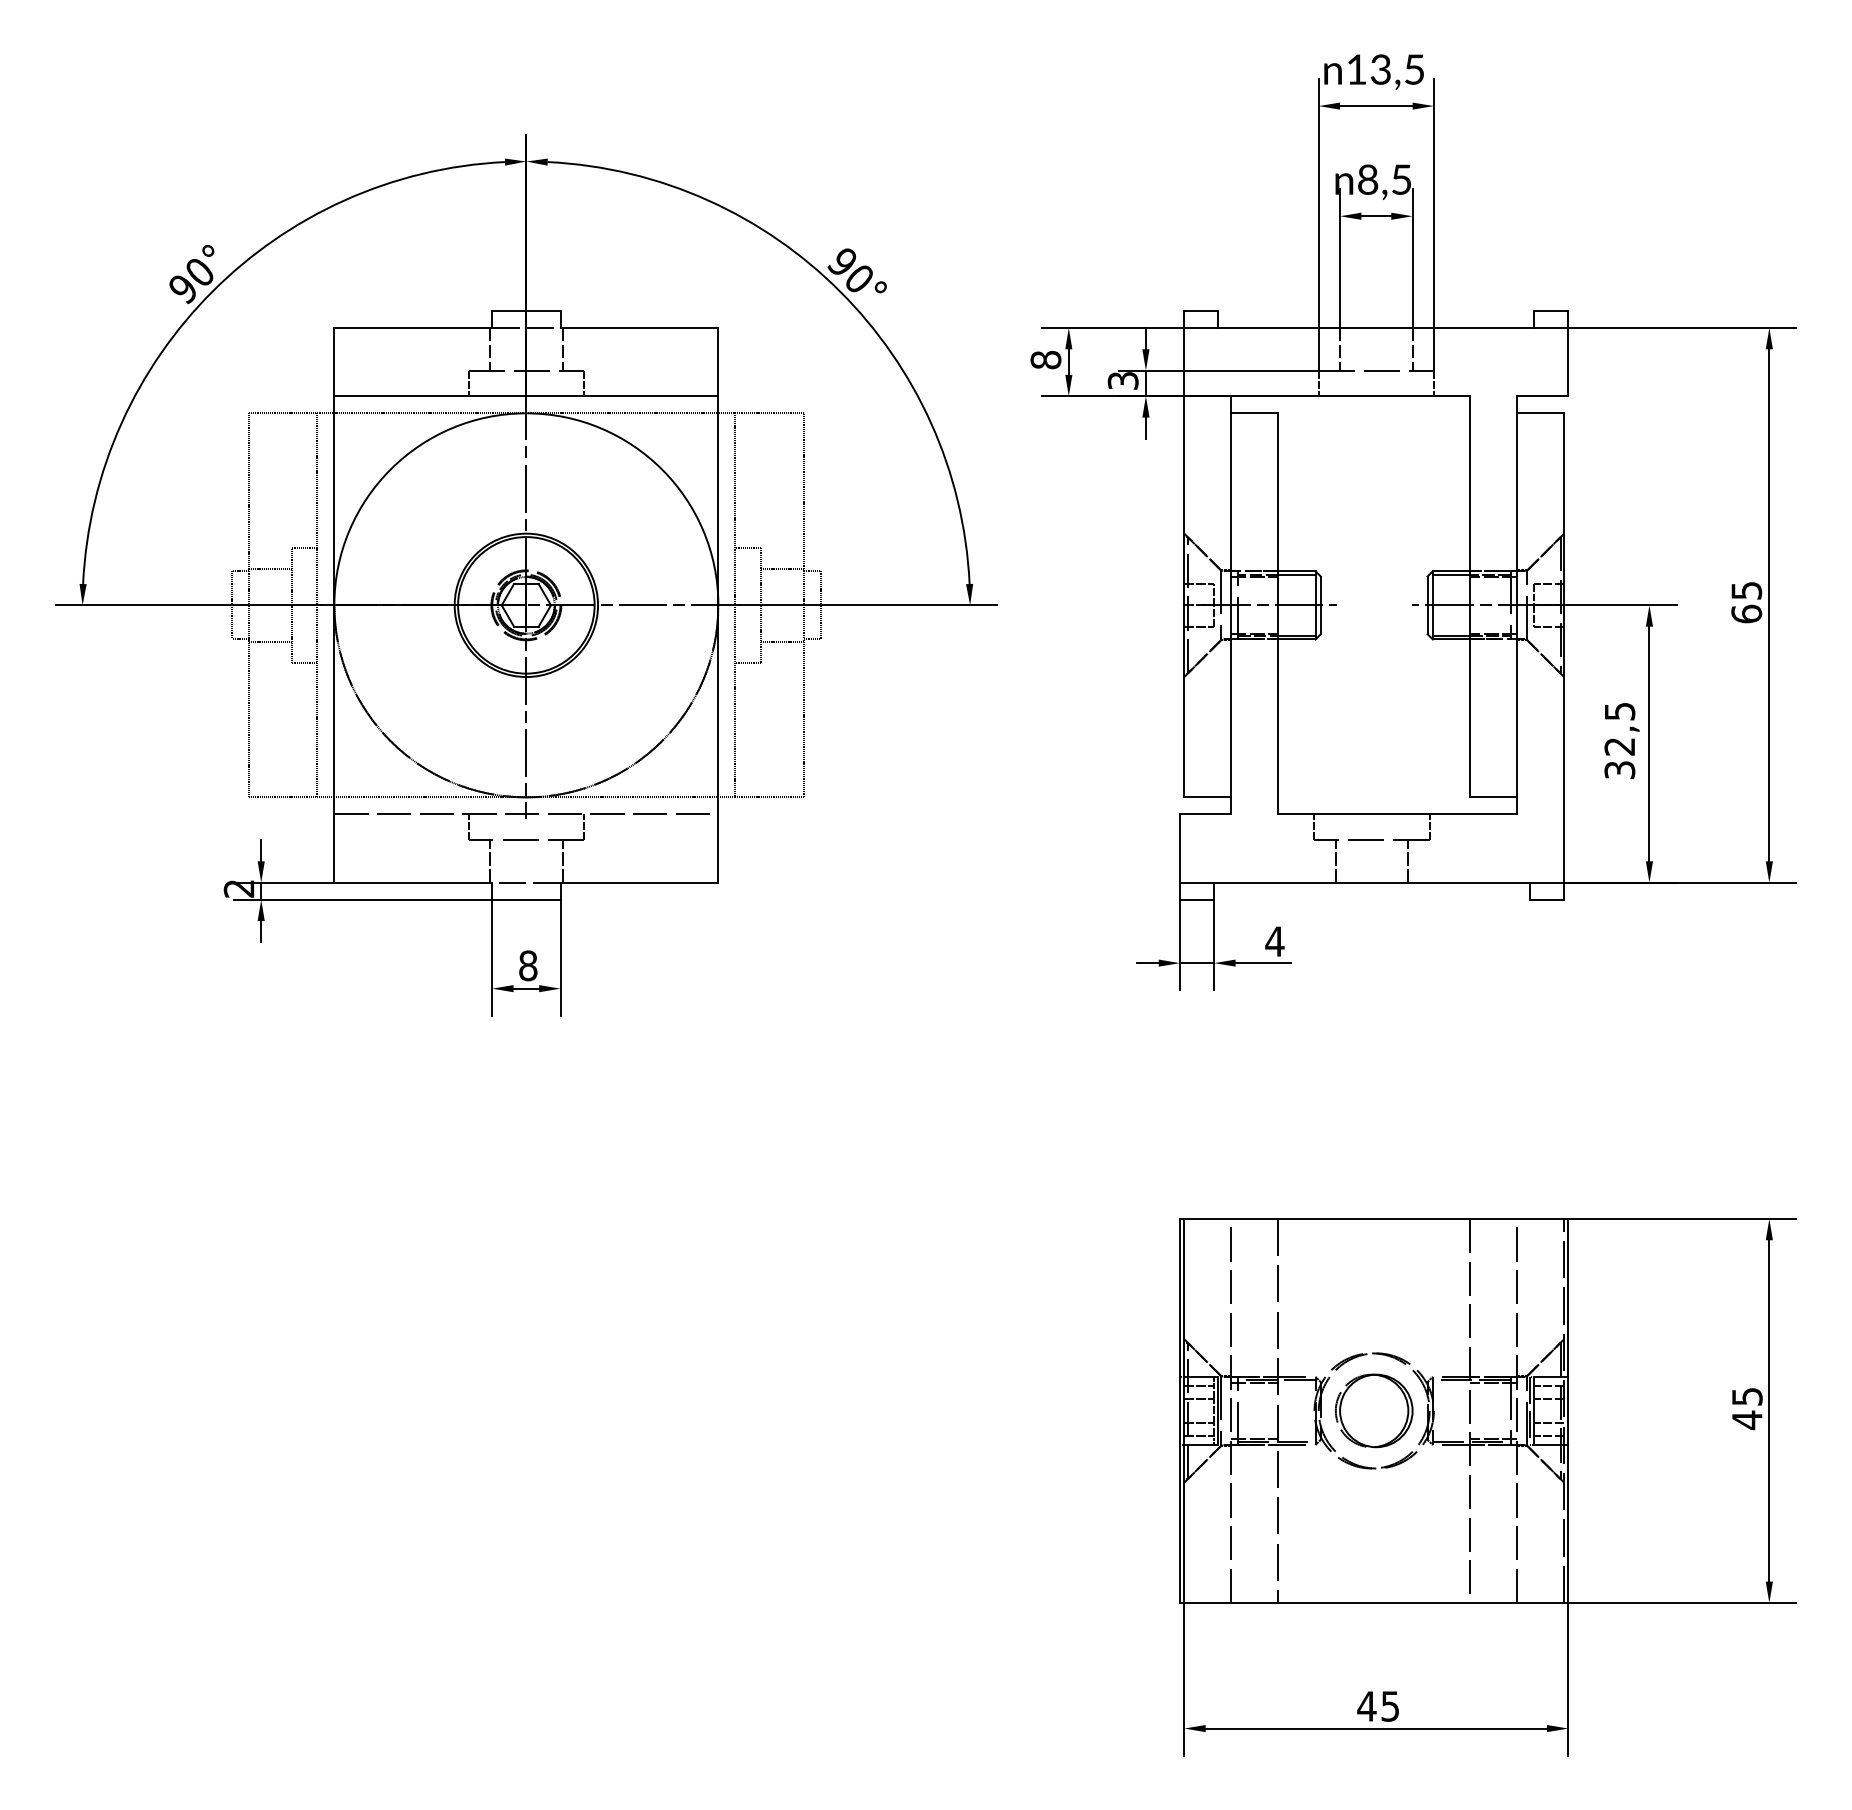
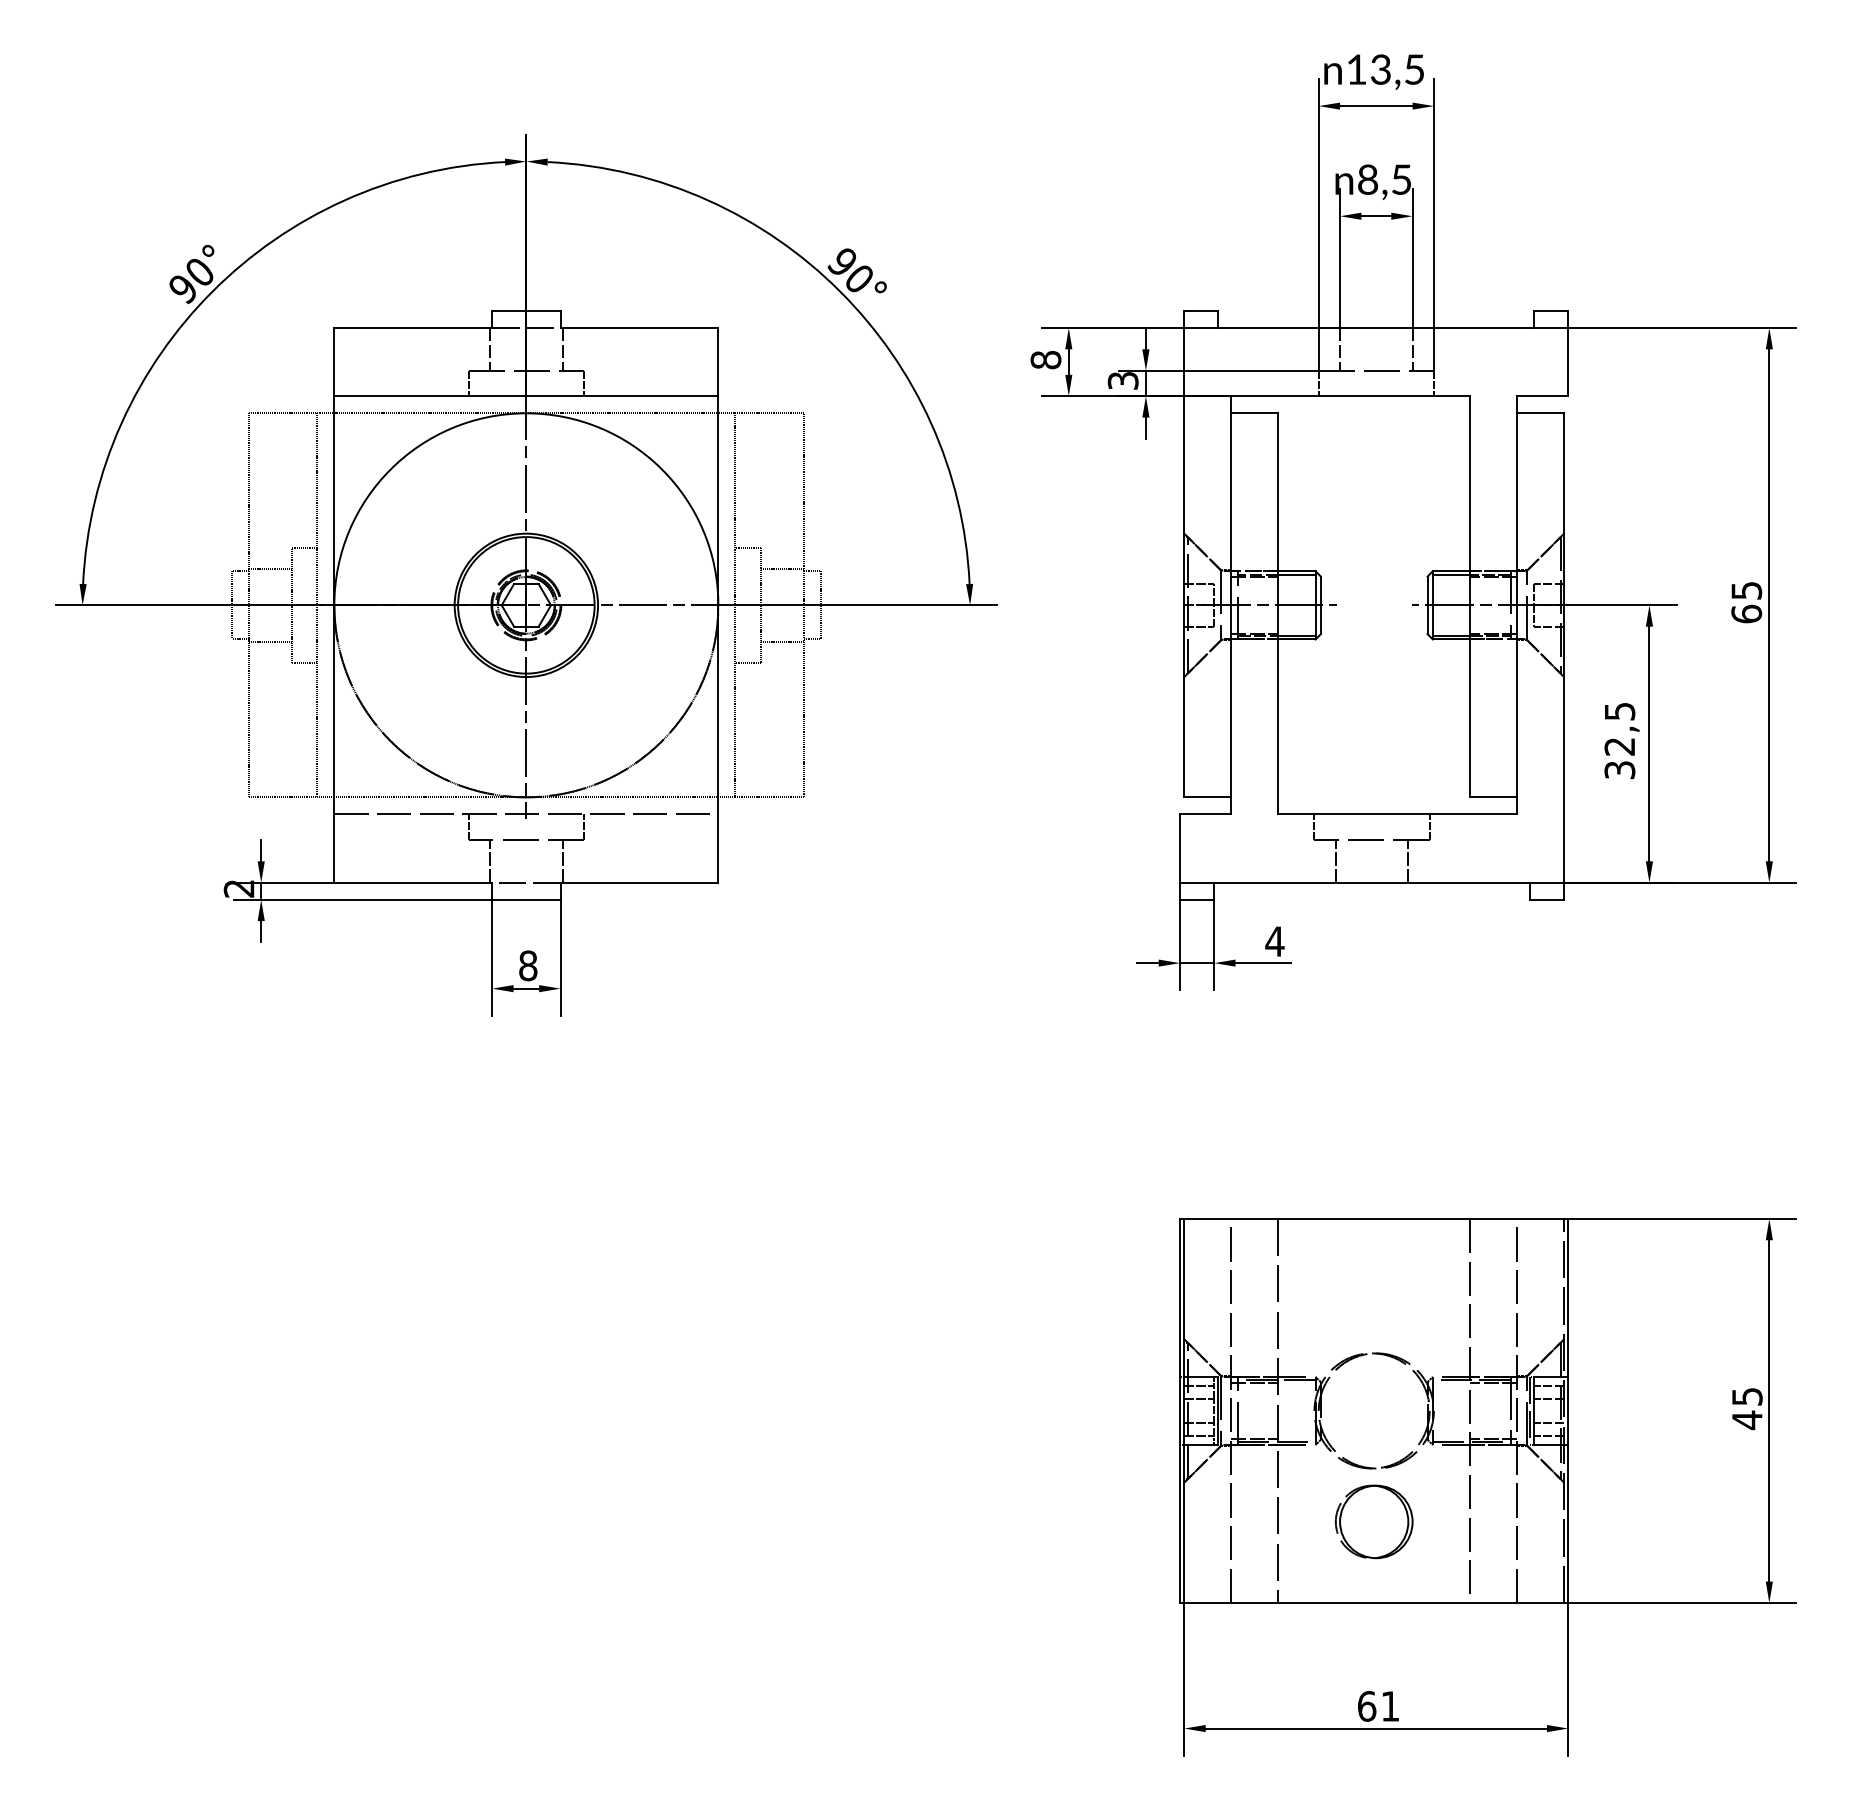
part at (1373, 1410) position: (1373, 1410) -> (1373, 1521)
text at (1377, 1706): 45 -> 61
